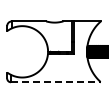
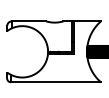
line at (55, 82): dashed -> solid
